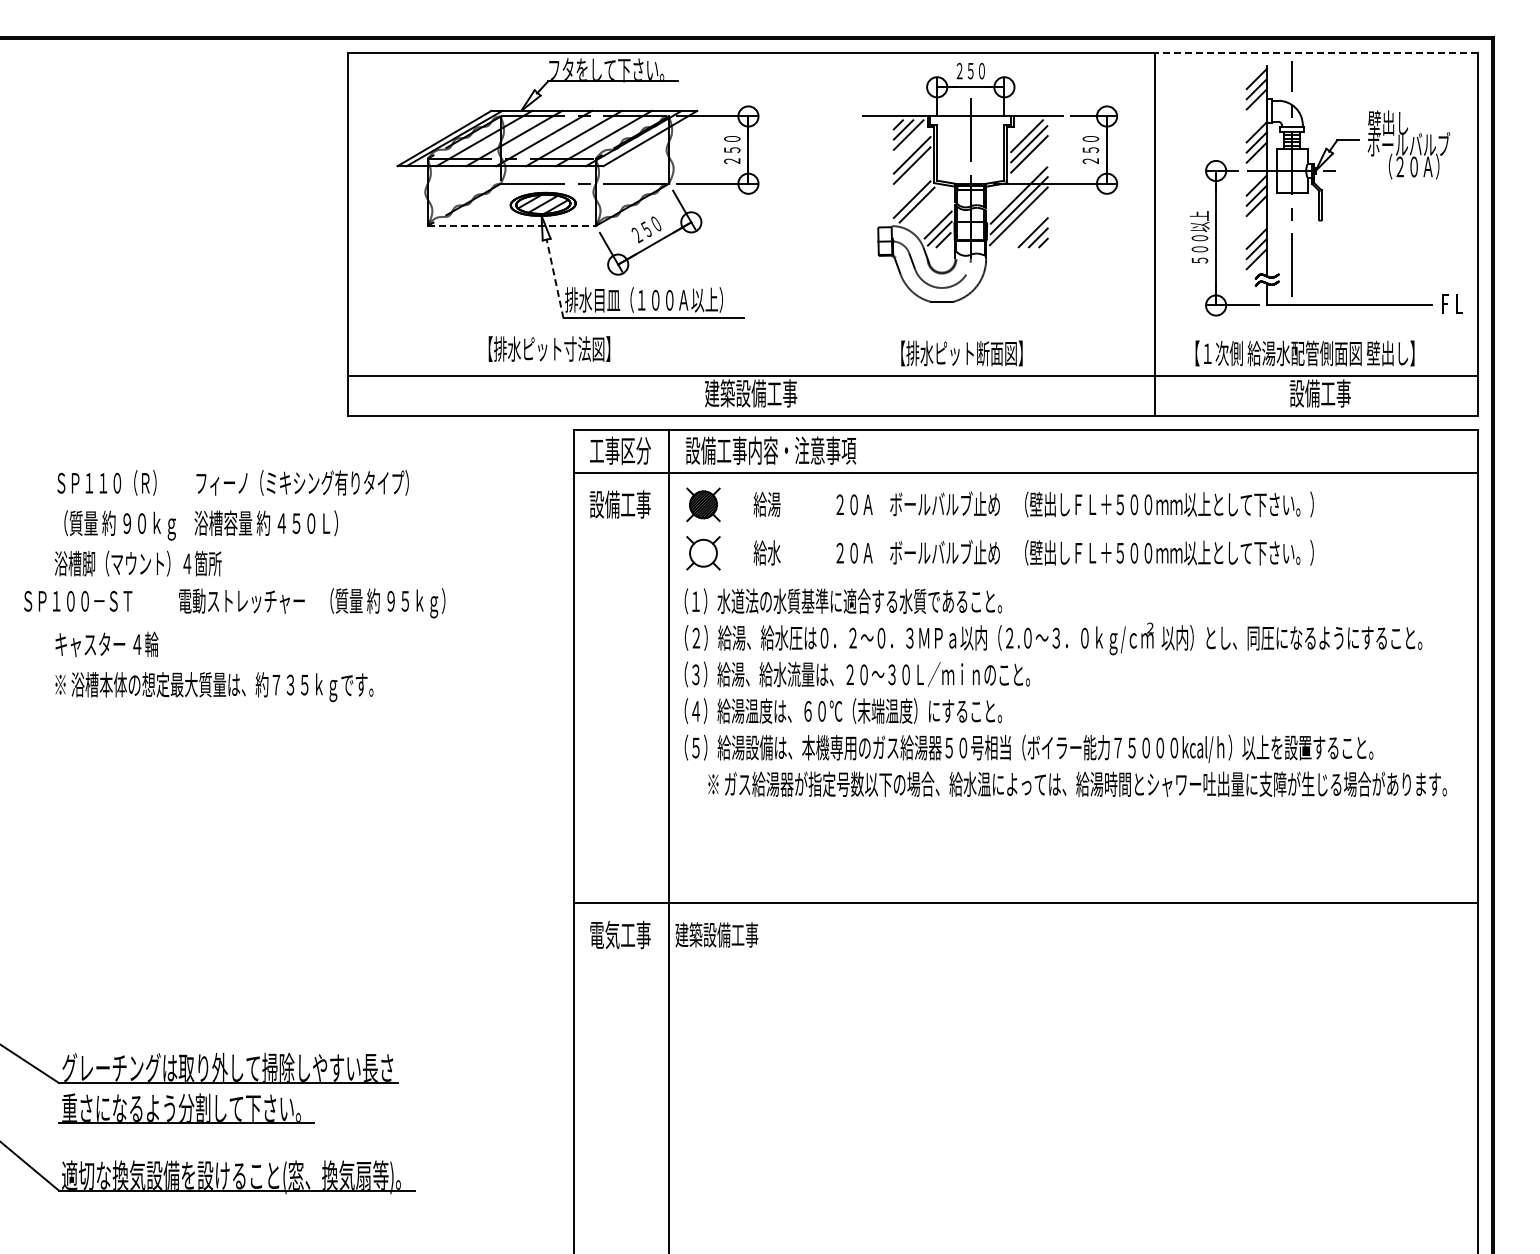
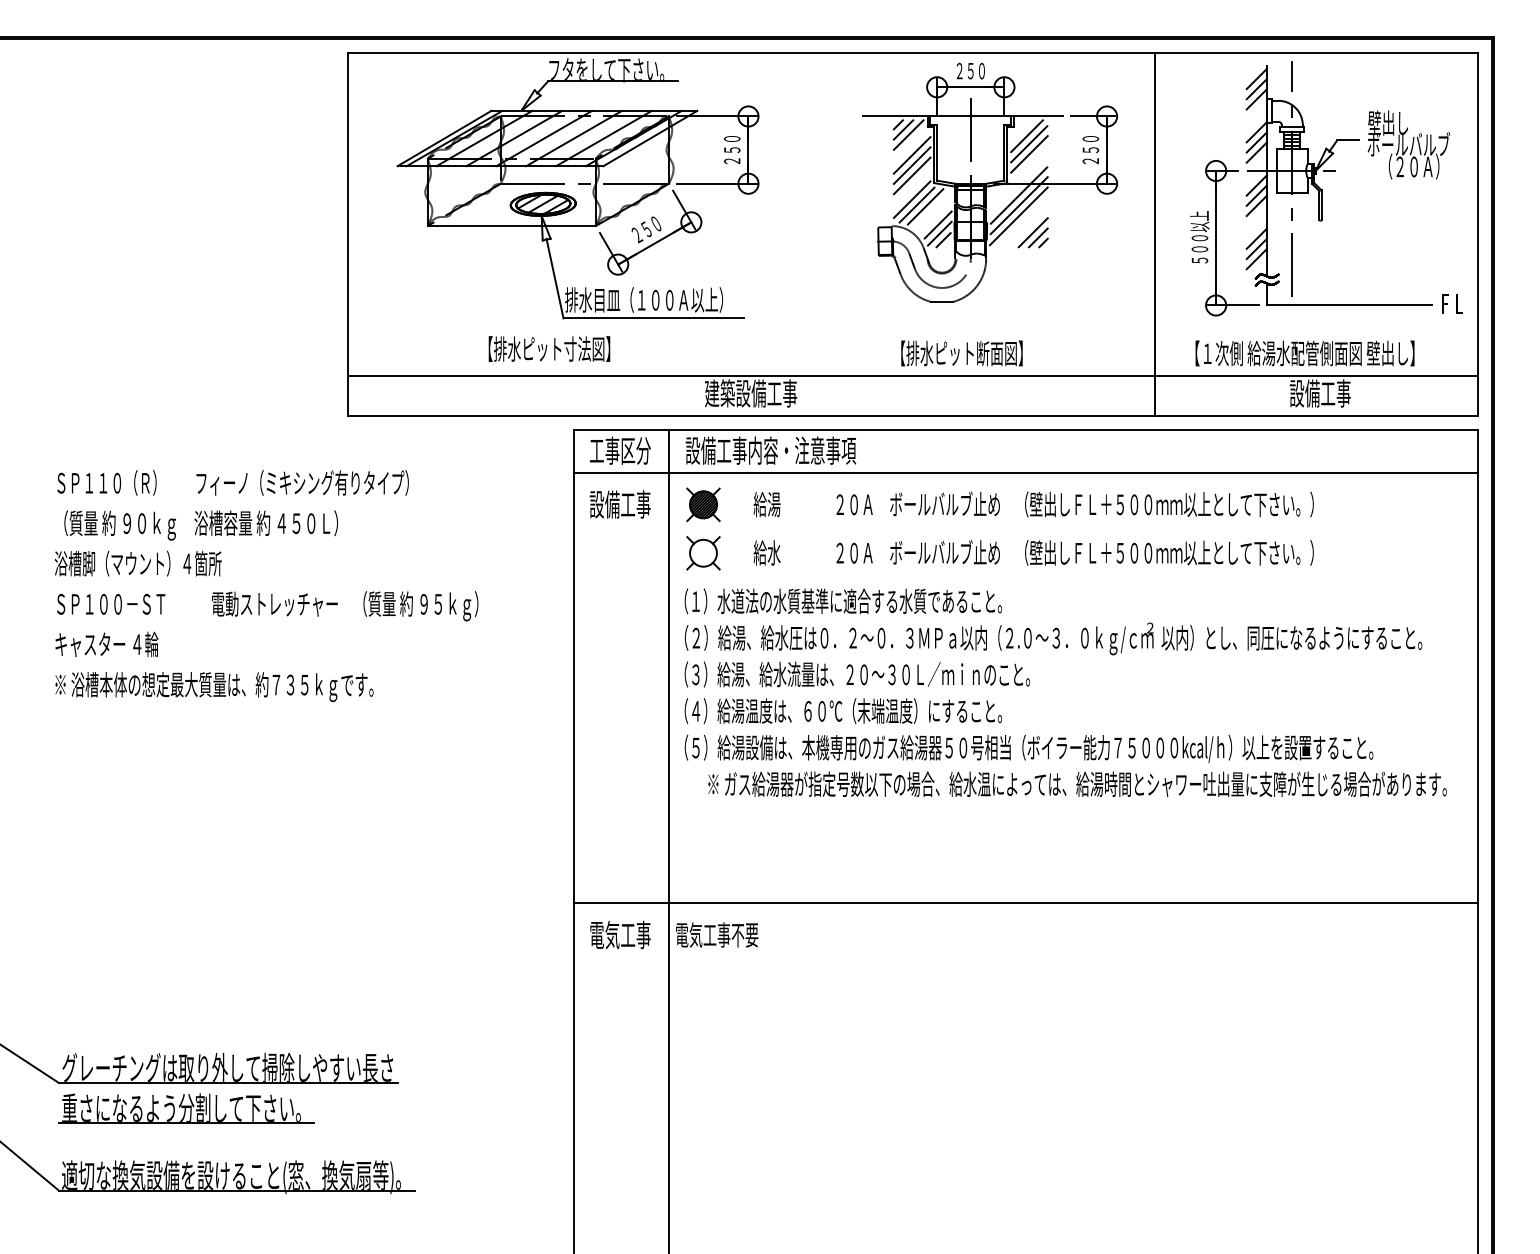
line at (1316, 52): dashed -> solid
line at (911, 175): none -> present
line at (925, 206): none -> present
line at (512, 226): dashed -> solid
line at (555, 278): dashed -> solid
text at (234, 603) position: (234, 603) -> (267, 606)
text at (716, 934): 建築設備工事 -> 電気工事不要
